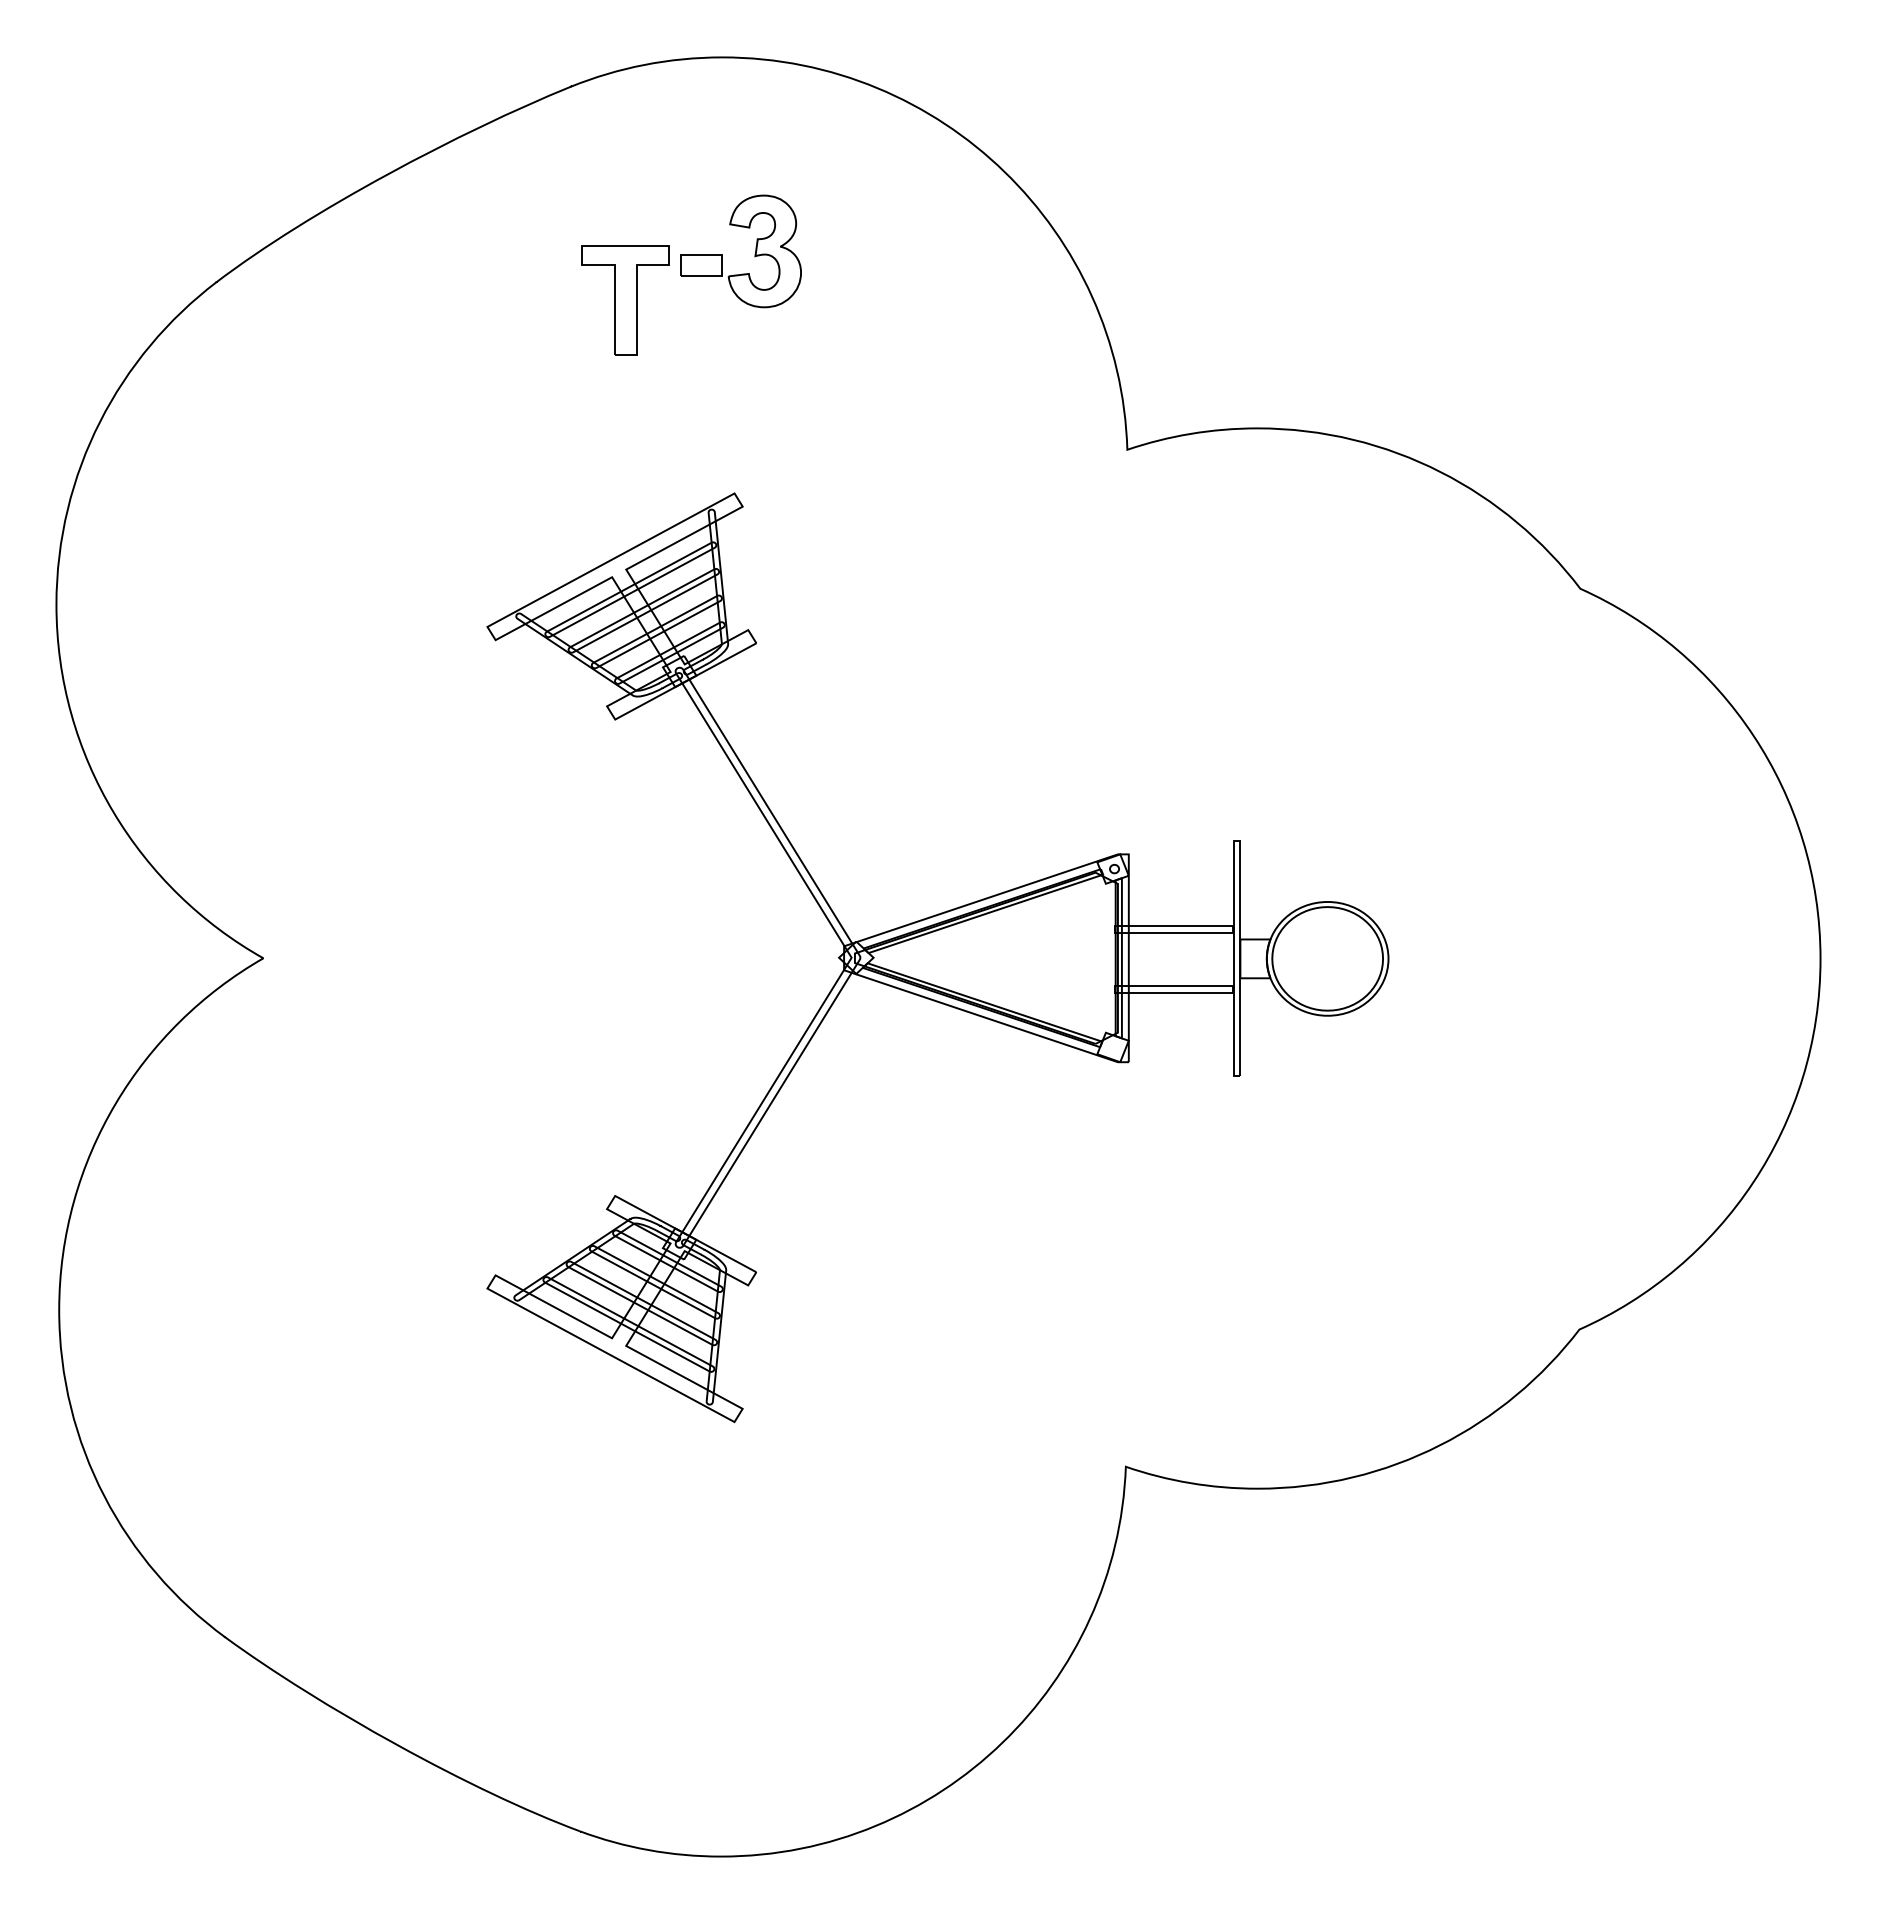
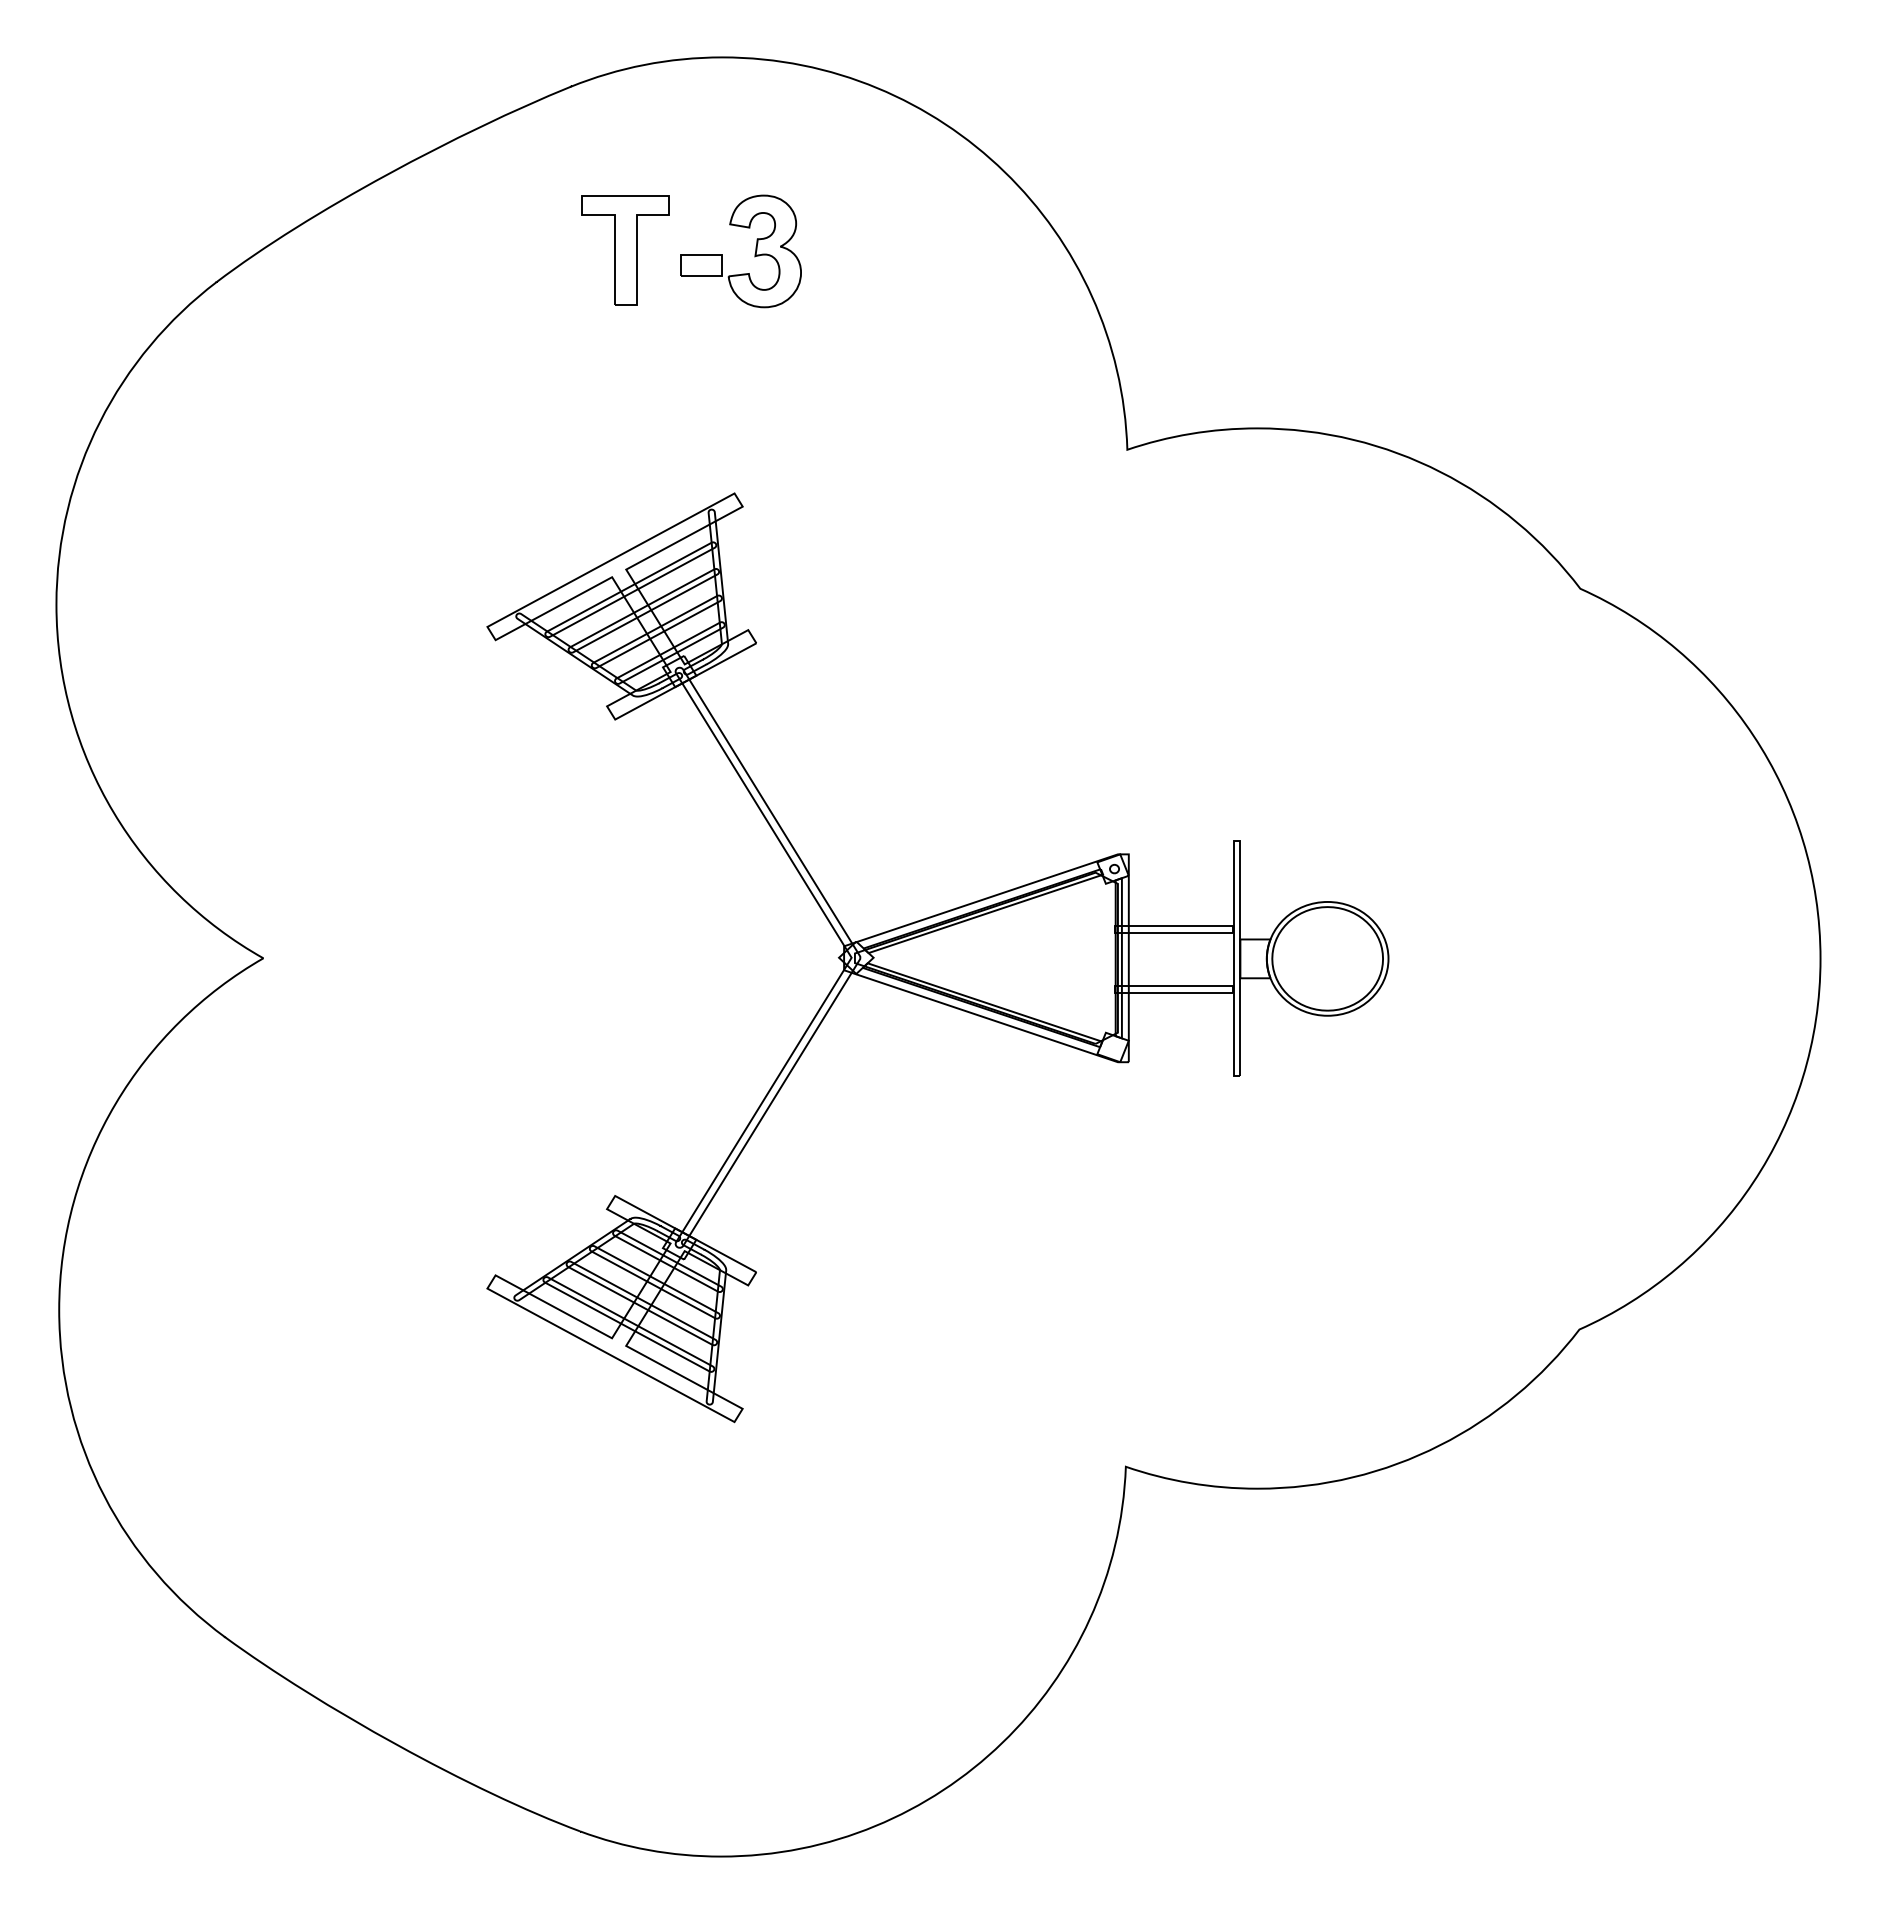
part at (625, 300) position: (625, 300) -> (625, 250)
